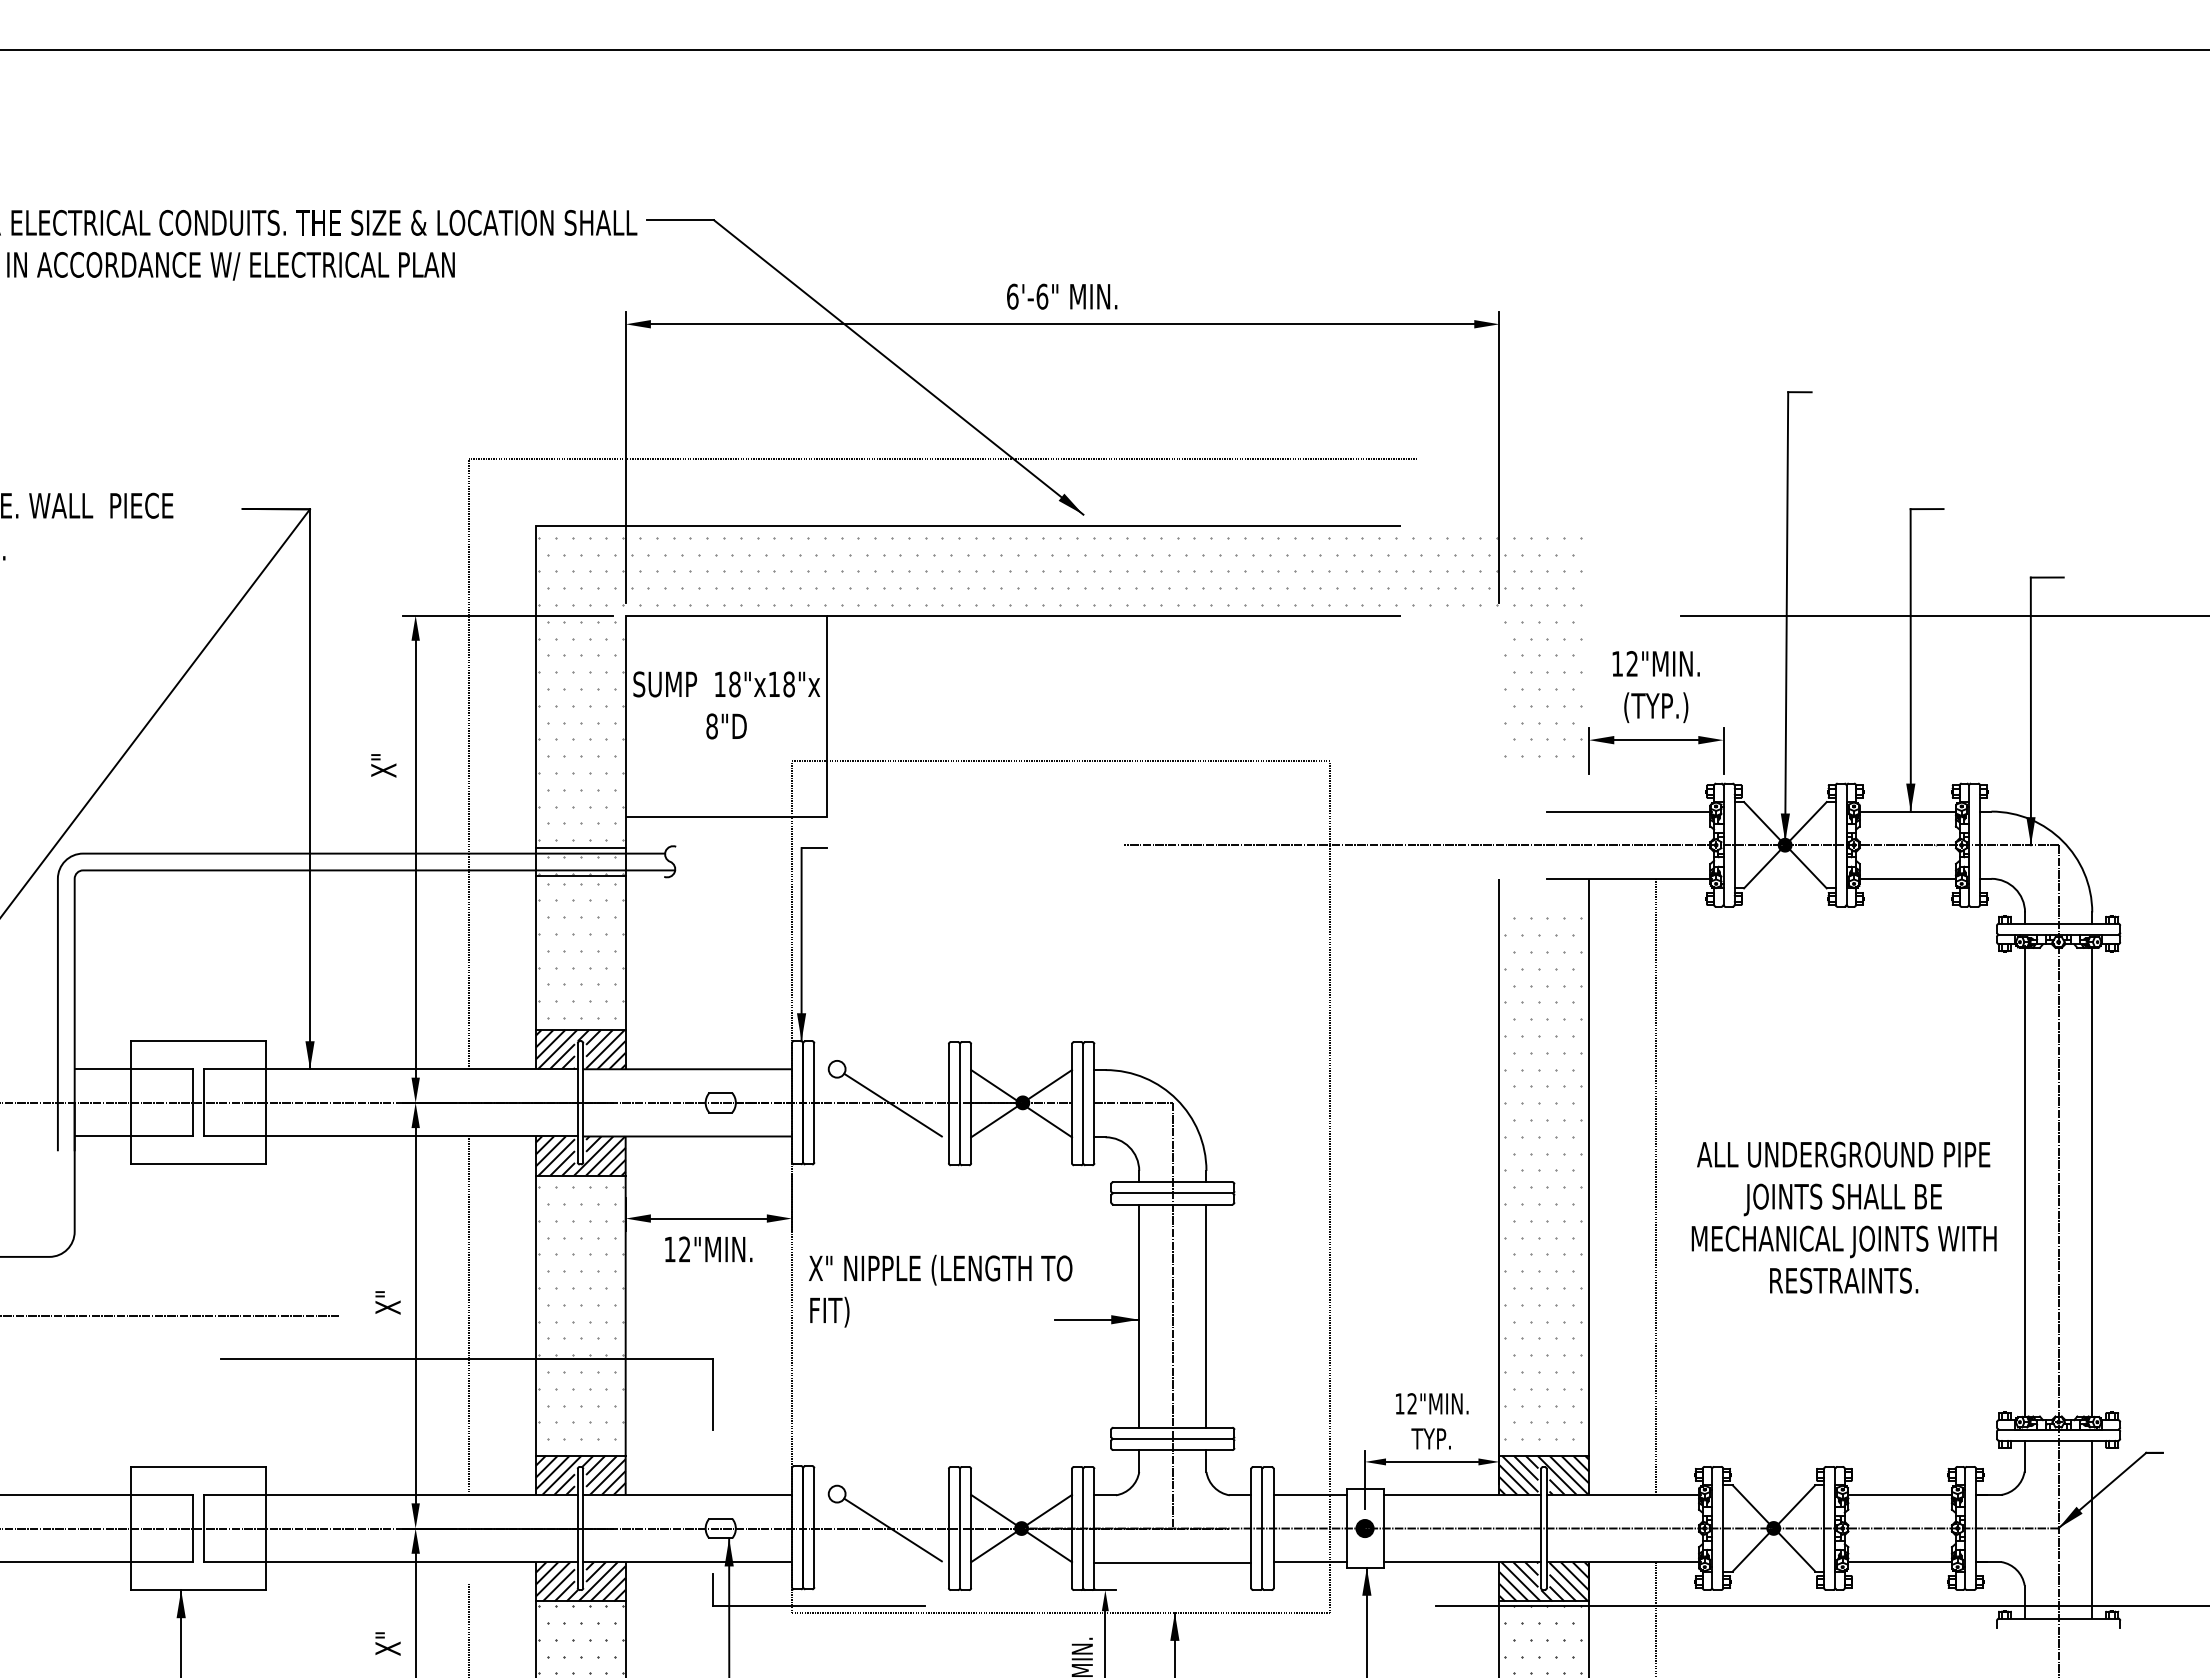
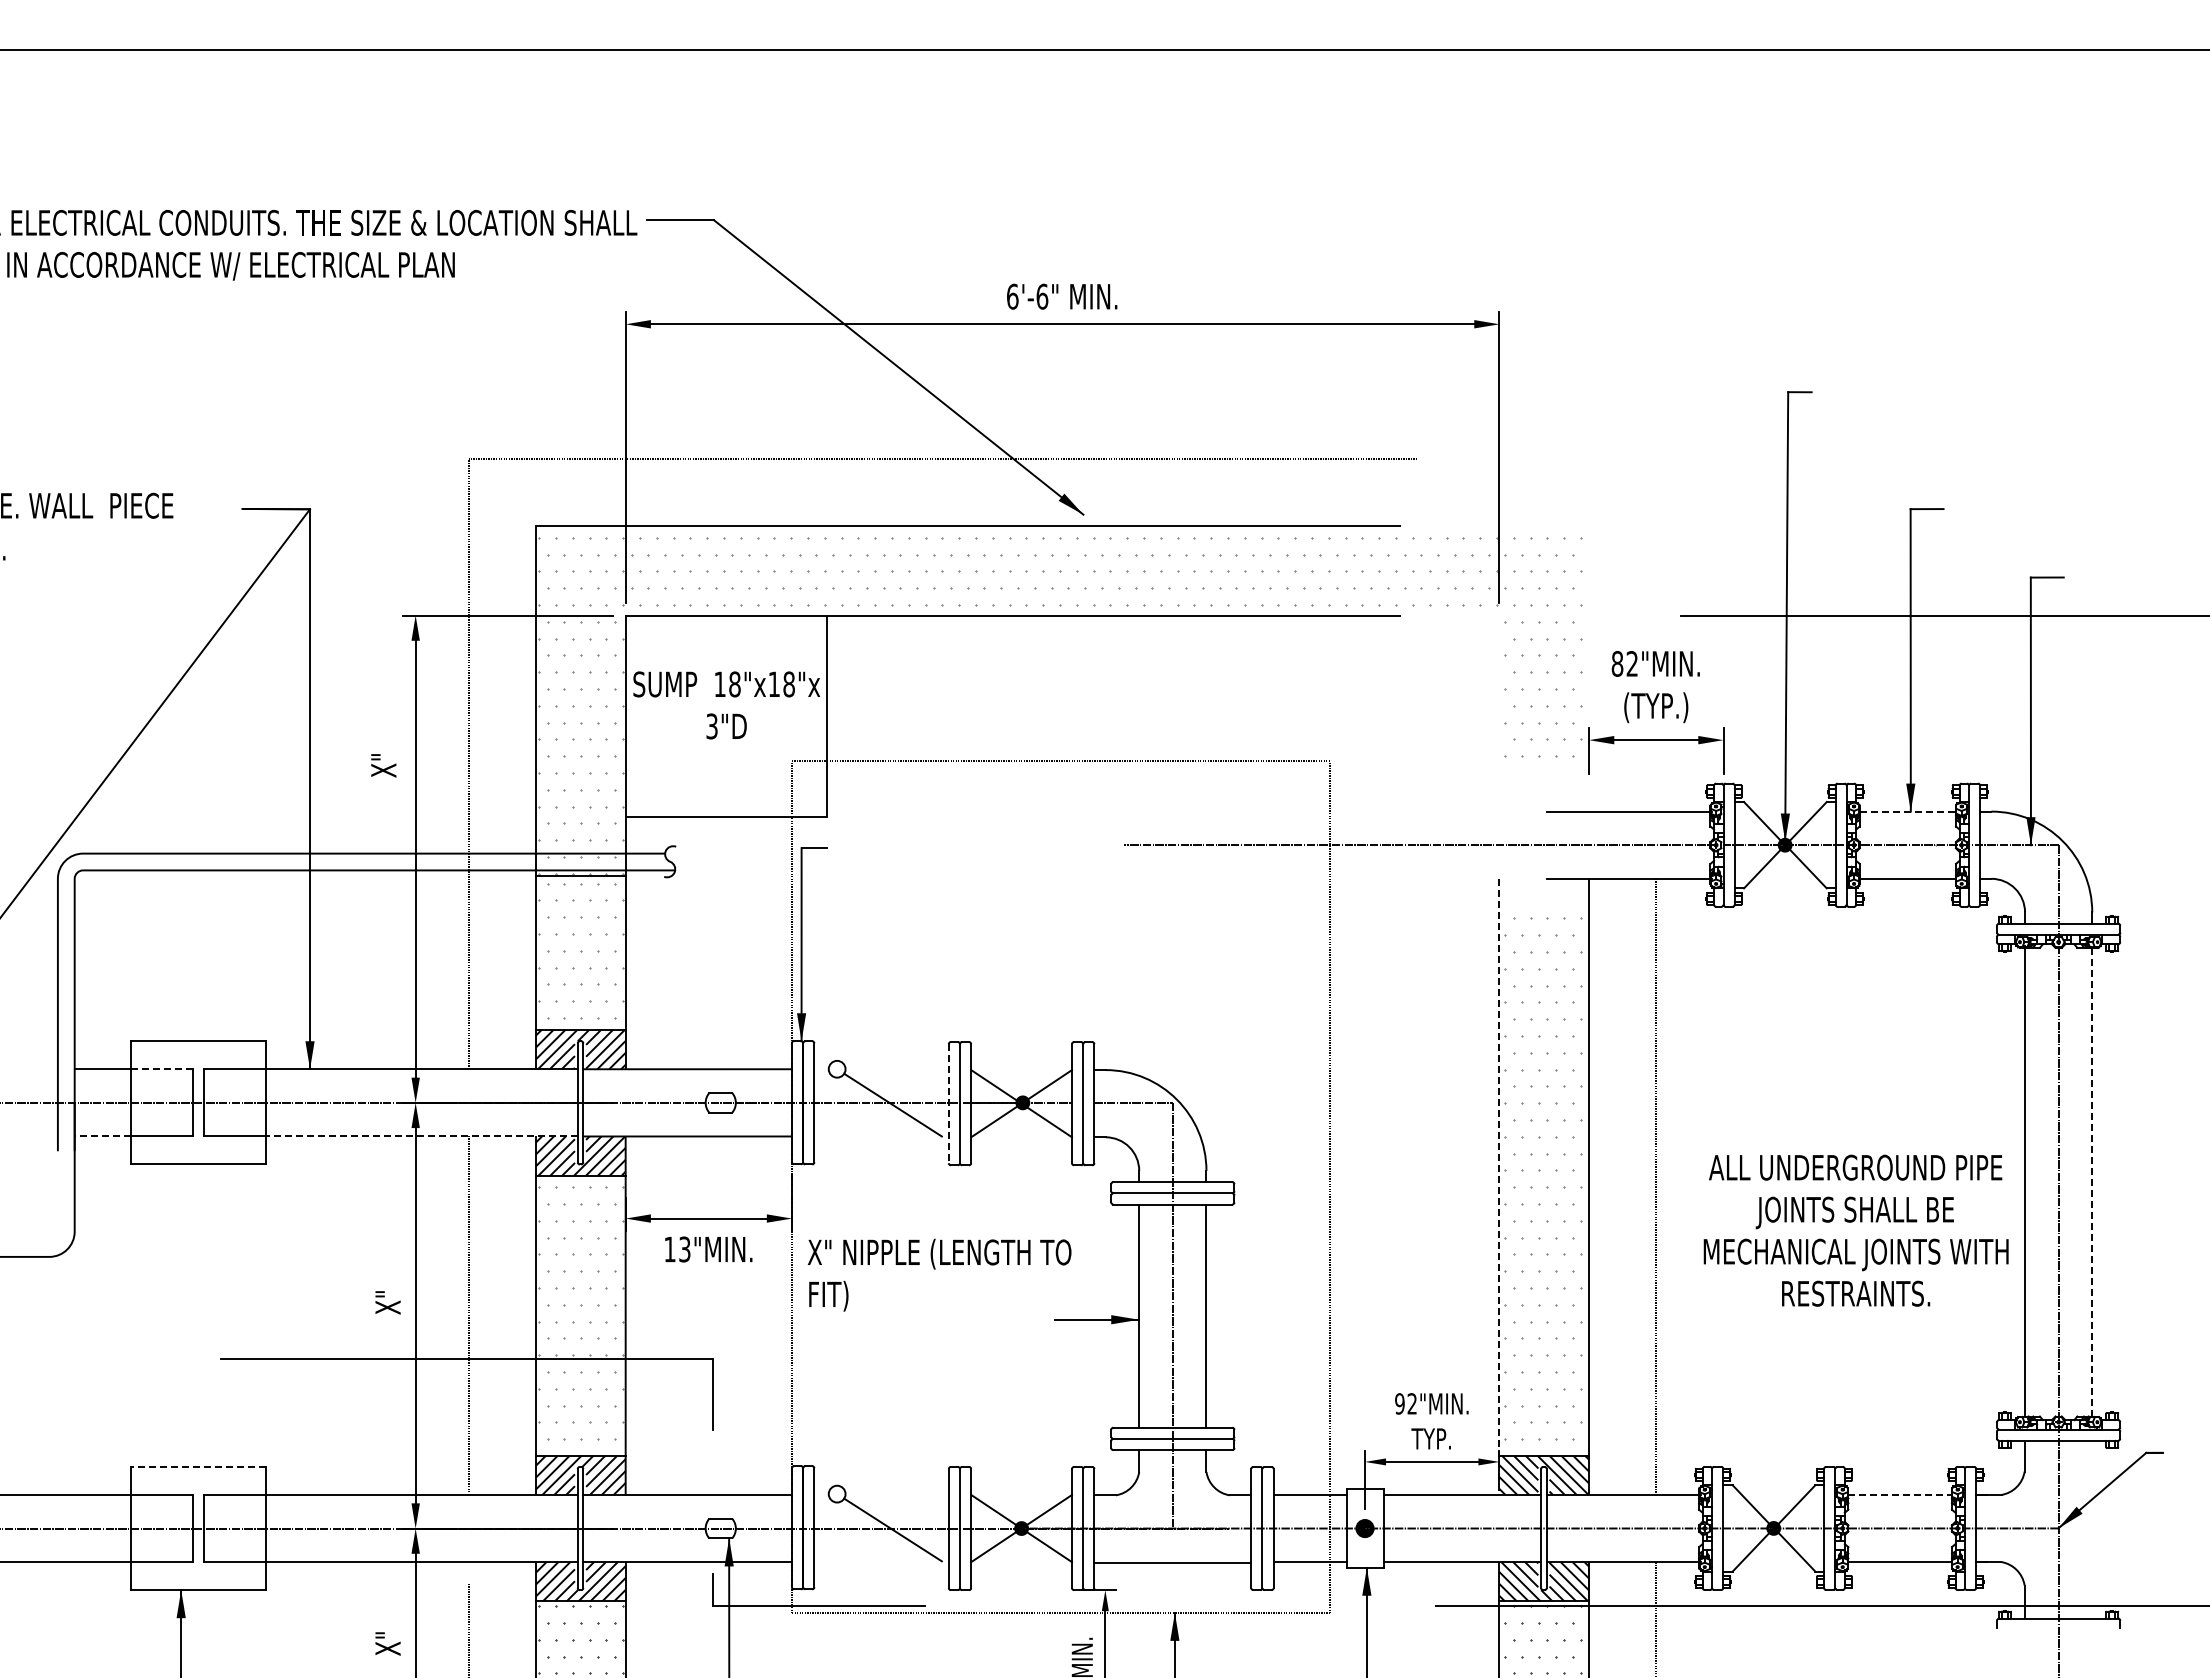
text at (1617, 663): 12"MIN. -> 82"MIN.
text at (711, 726): 8"D -> 3"D
line at (1908, 811): solid -> dashed
line at (580, 848): present -> none
line at (162, 1069): solid -> dashed
line at (948, 1103): solid -> dashed
line at (102, 1136): solid -> dashed
line at (421, 1136): solid -> dashed
line at (2091, 1181): solid -> dashed
line at (1499, 1187): solid -> dashed
text at (1843, 1217) position: (1843, 1217) -> (1855, 1230)
text at (684, 1249): 12"MIN. -> 13"MIN.
text at (940, 1290) position: (940, 1290) -> (939, 1274)
line at (170, 1315): present -> none
text at (1399, 1403): 12"MIN. -> 92"MIN.
line at (197, 1466): solid -> dashed
line at (1900, 1494): solid -> dashed
line at (2091, 1529): present -> none
